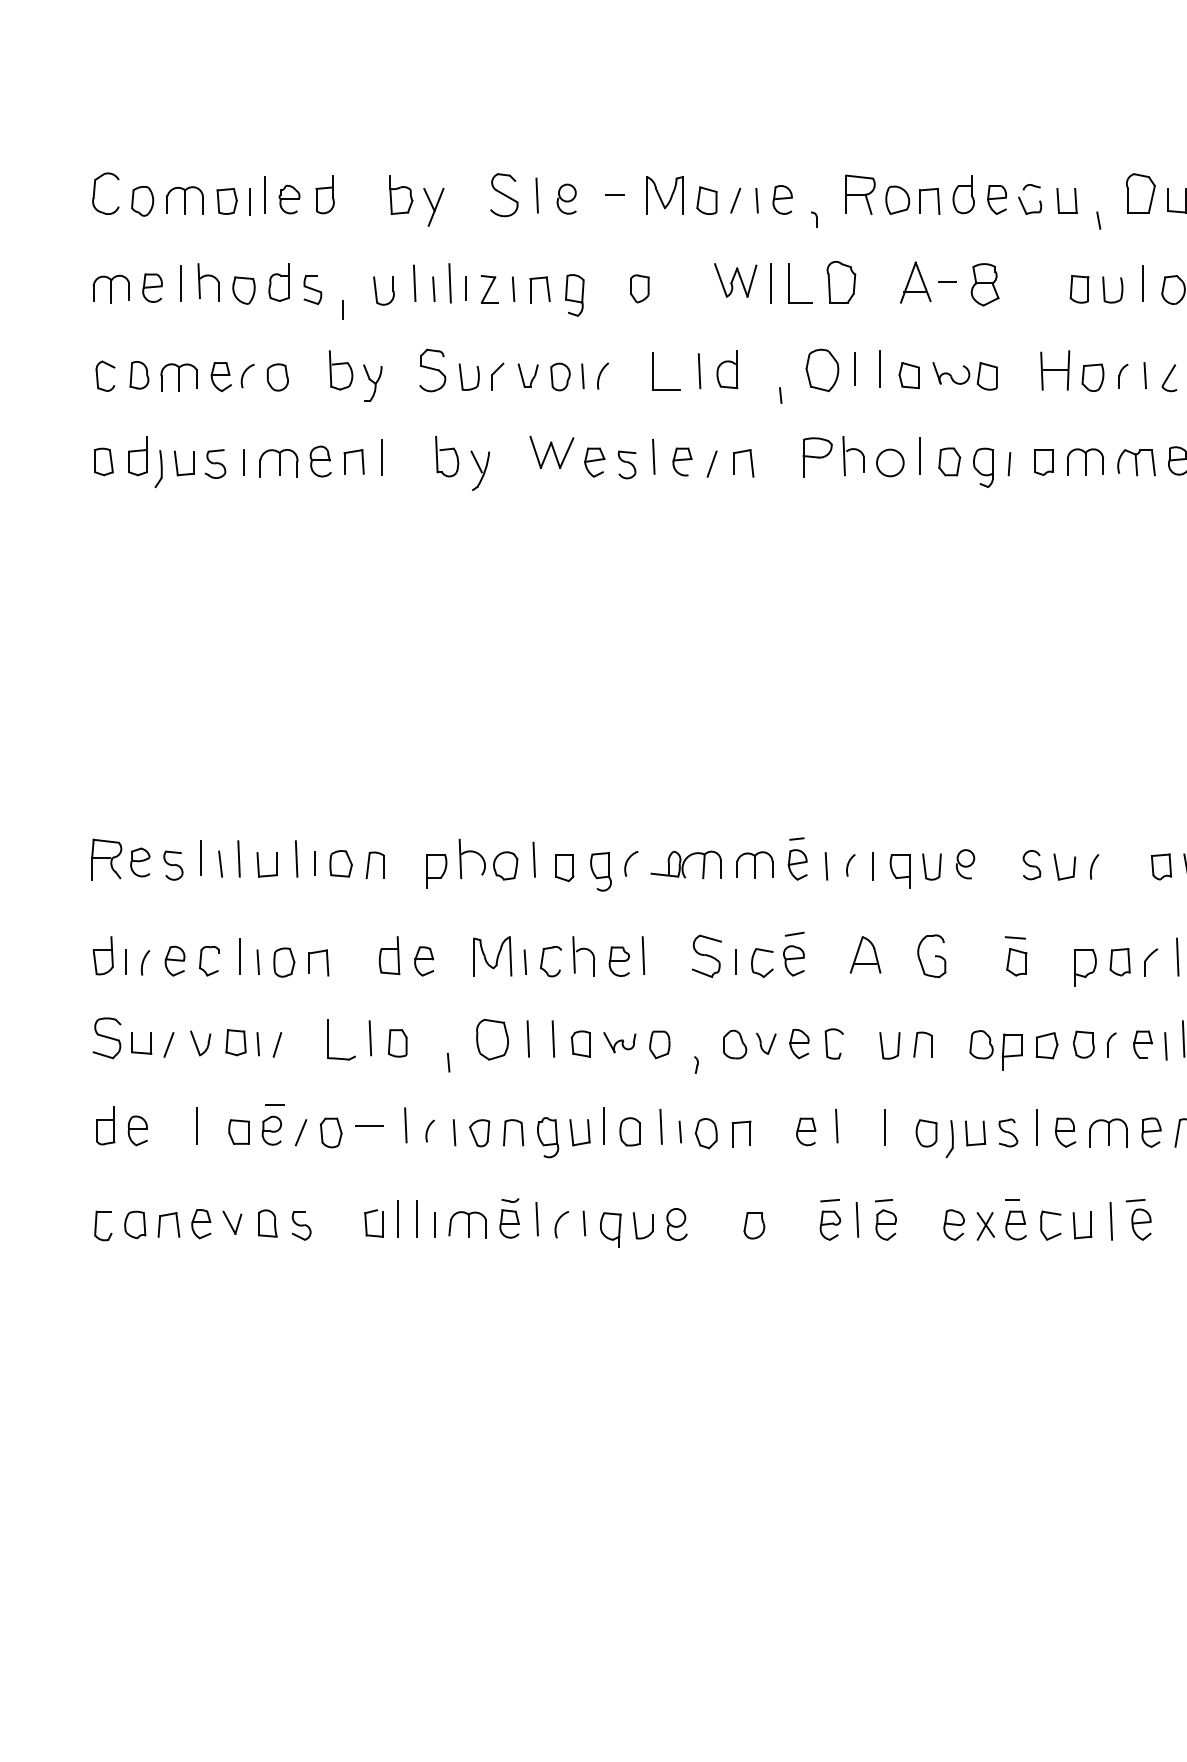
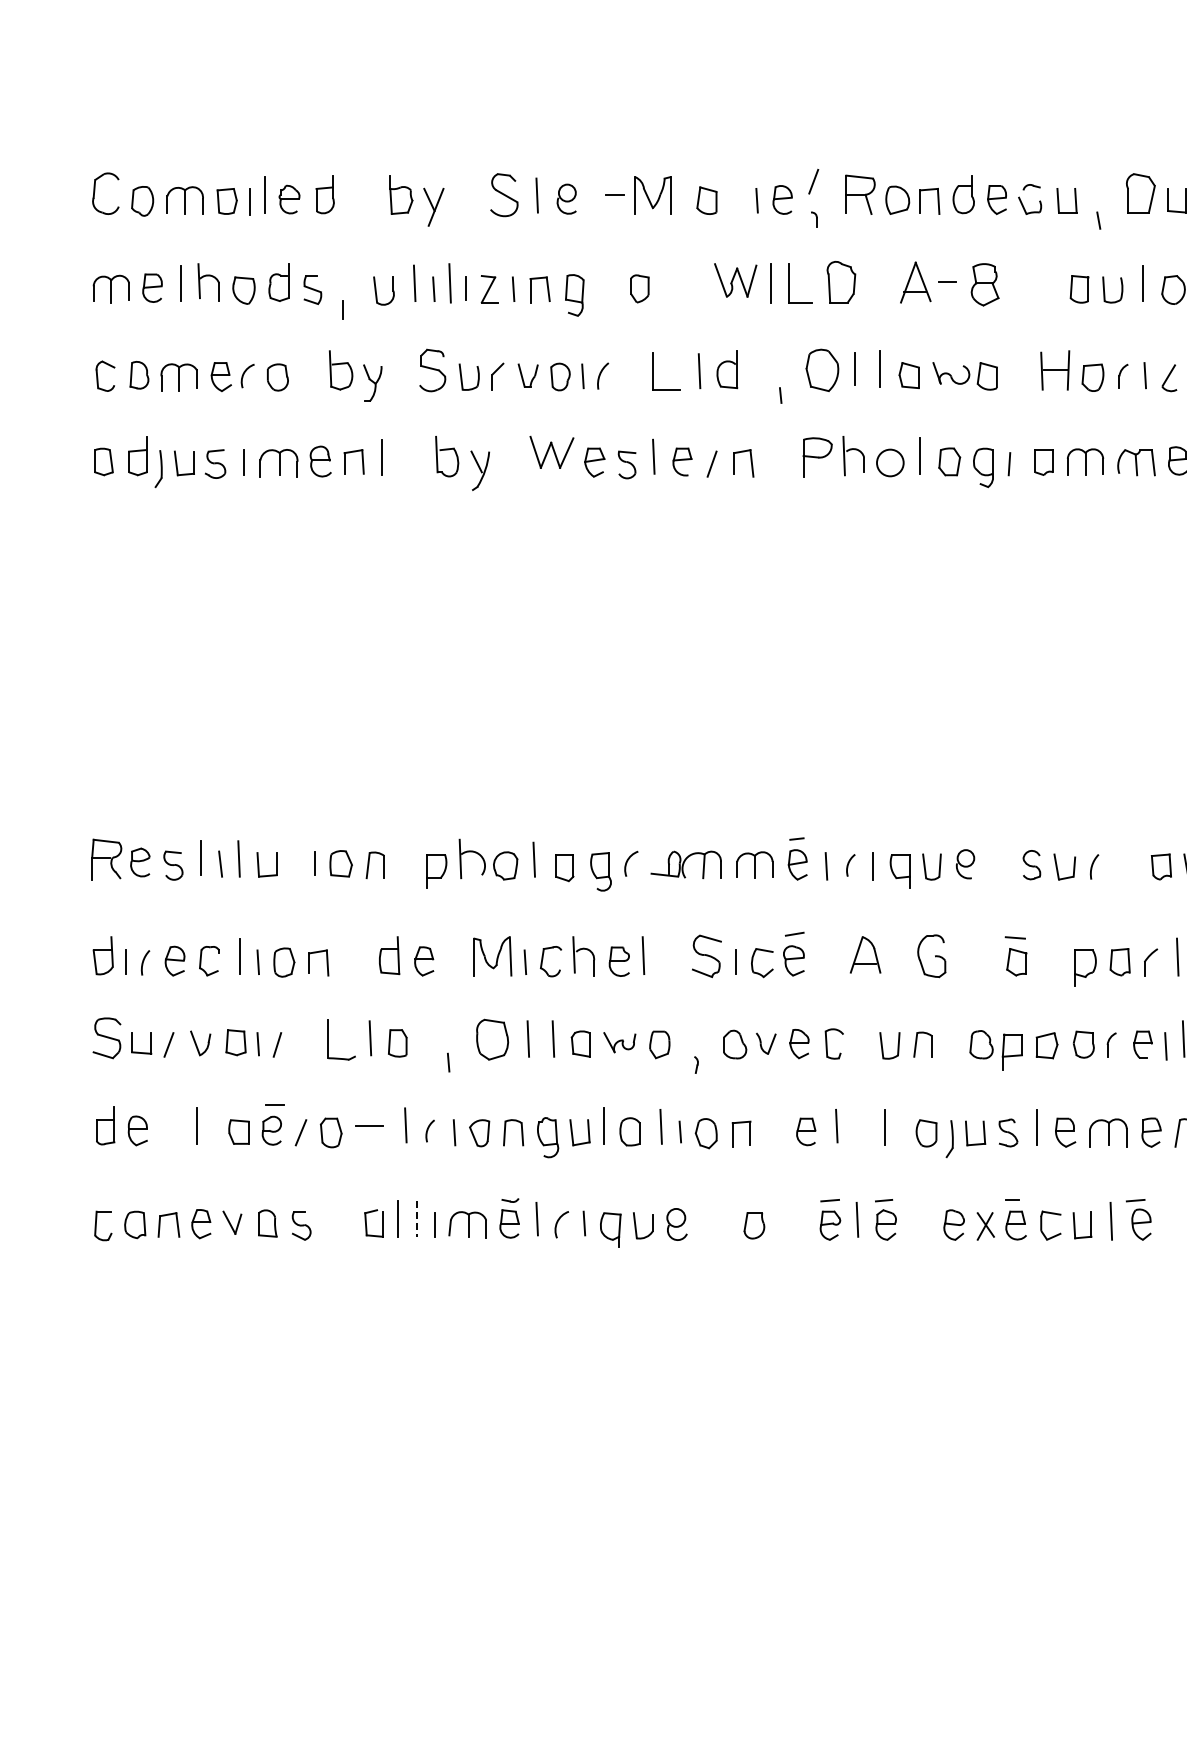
part at (664, 195) position: (664, 195) -> (652, 195)
line at (735, 200) position: (735, 200) -> (813, 181)
line at (296, 858): present -> none
line at (416, 1219): solid -> dashed
